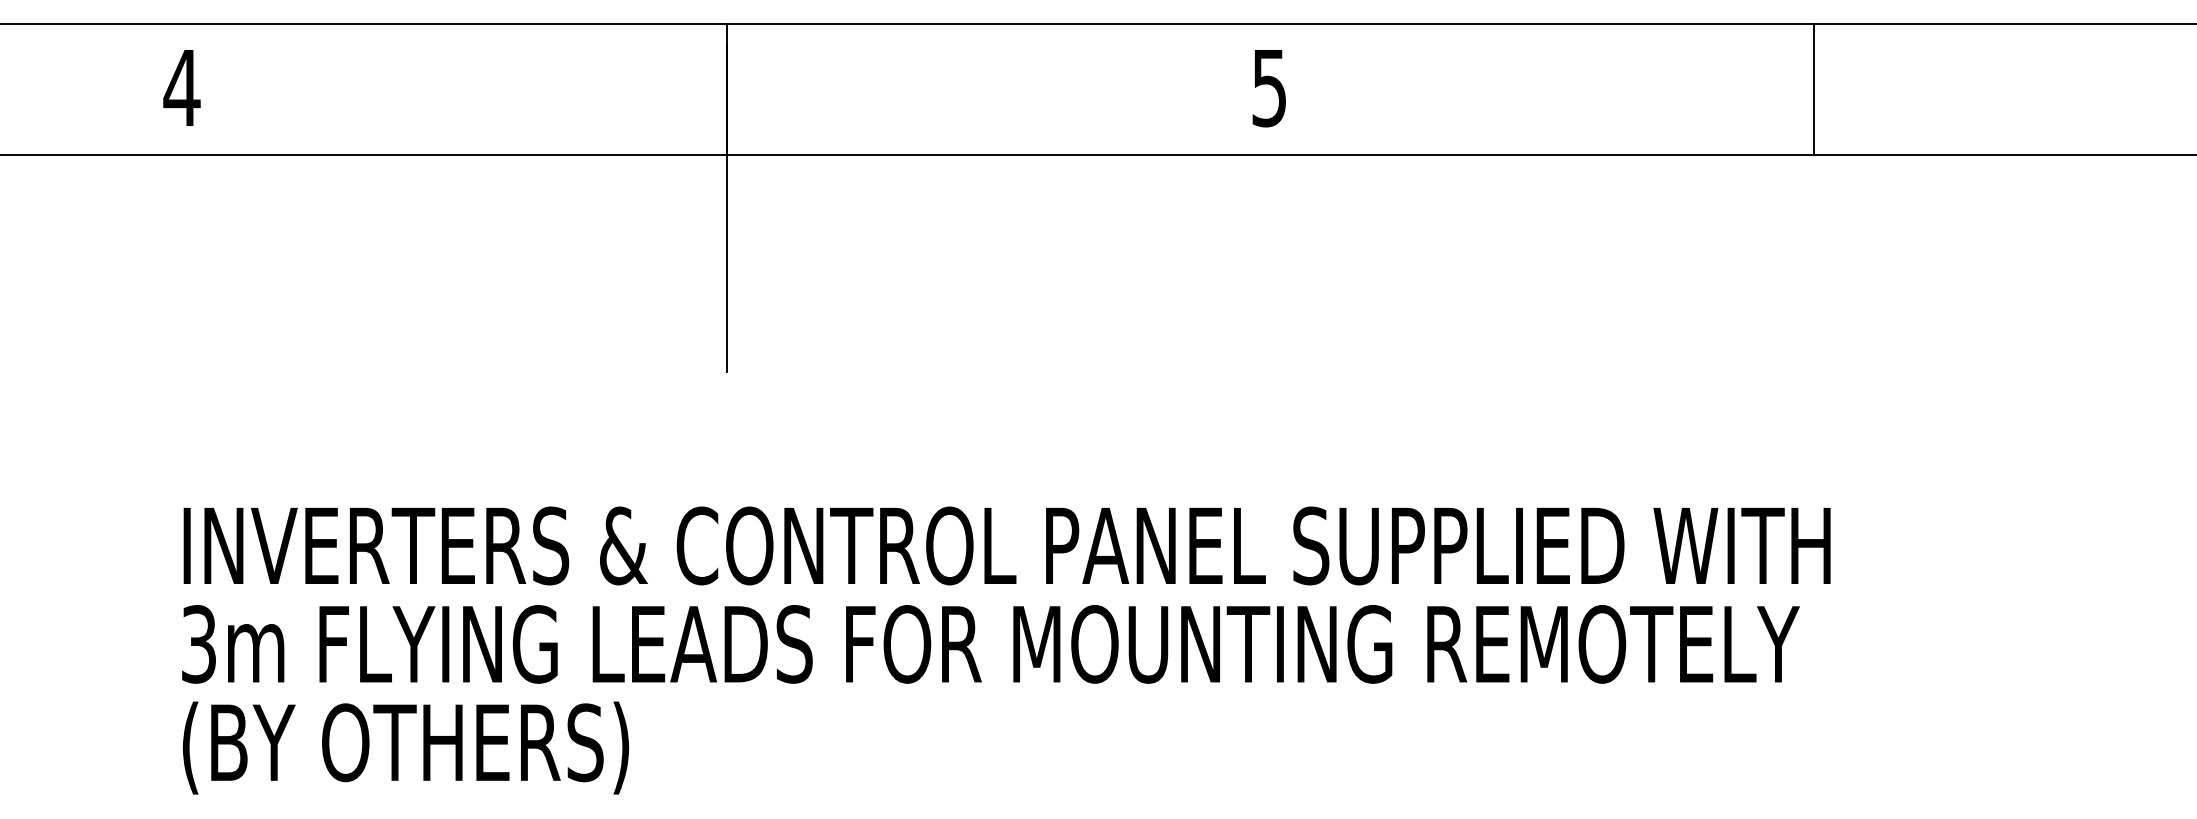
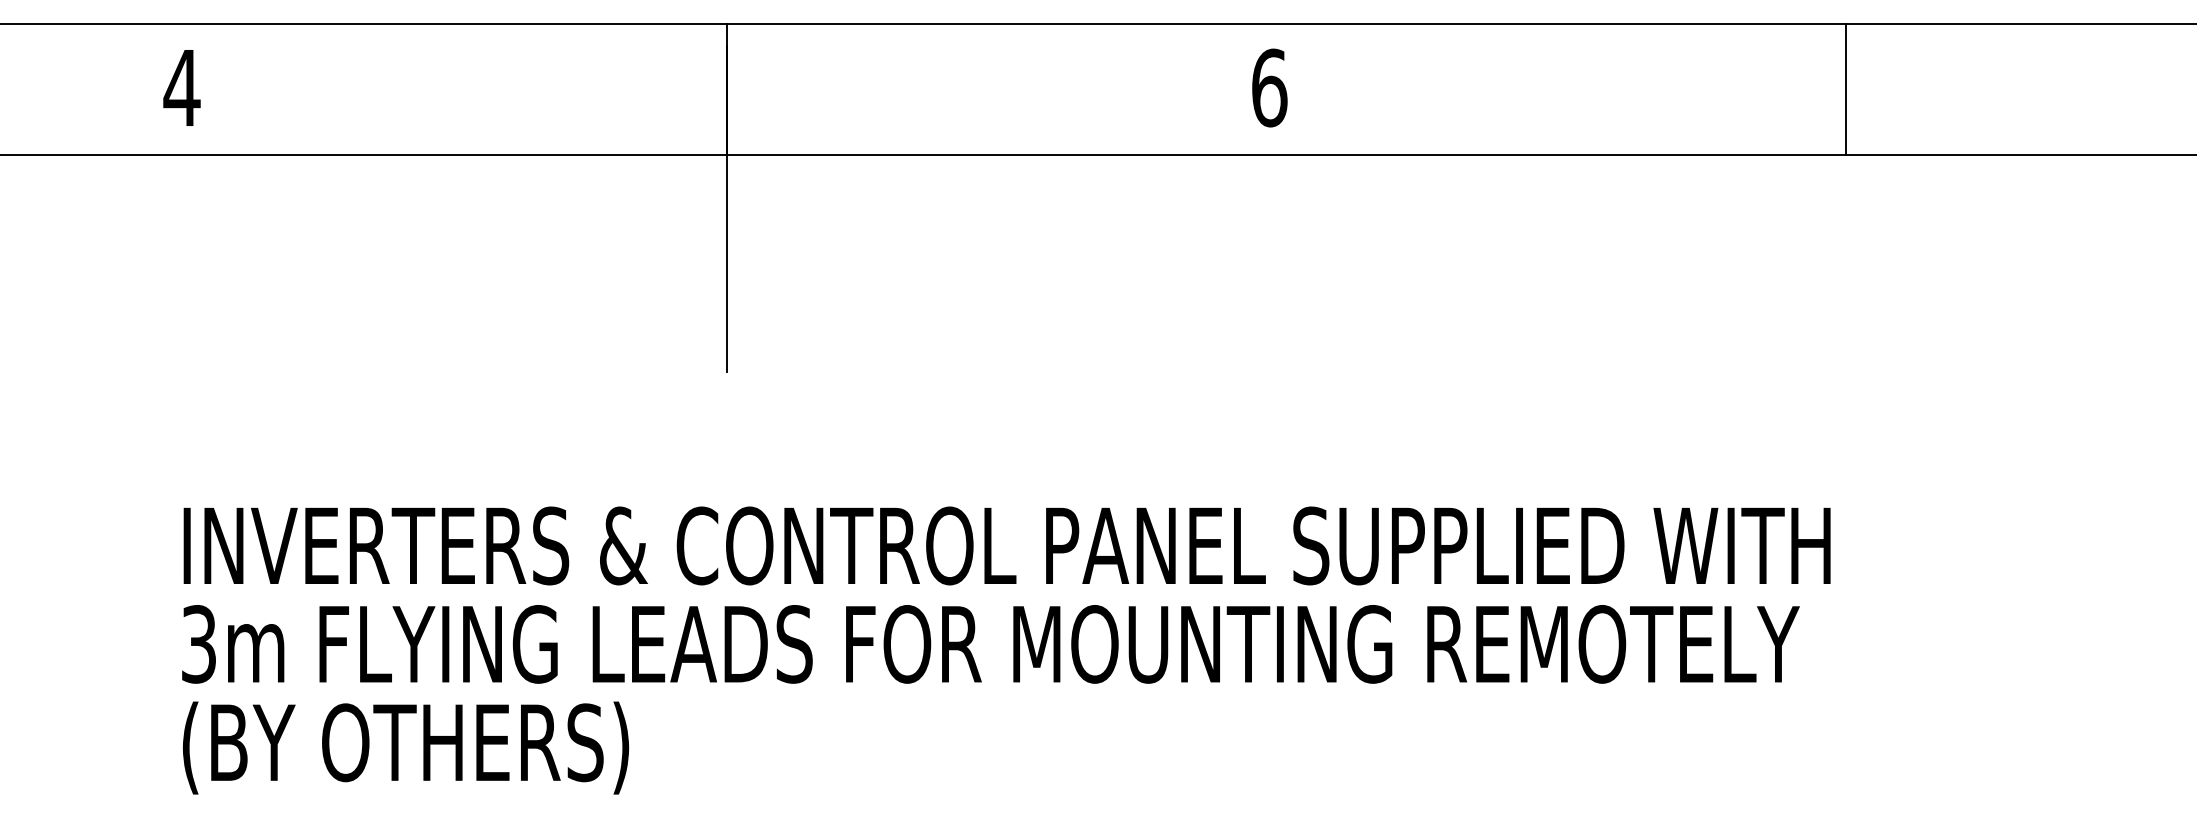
text at (1269, 87): 5 -> 6
line at (1814, 89) position: (1814, 89) -> (1846, 89)
